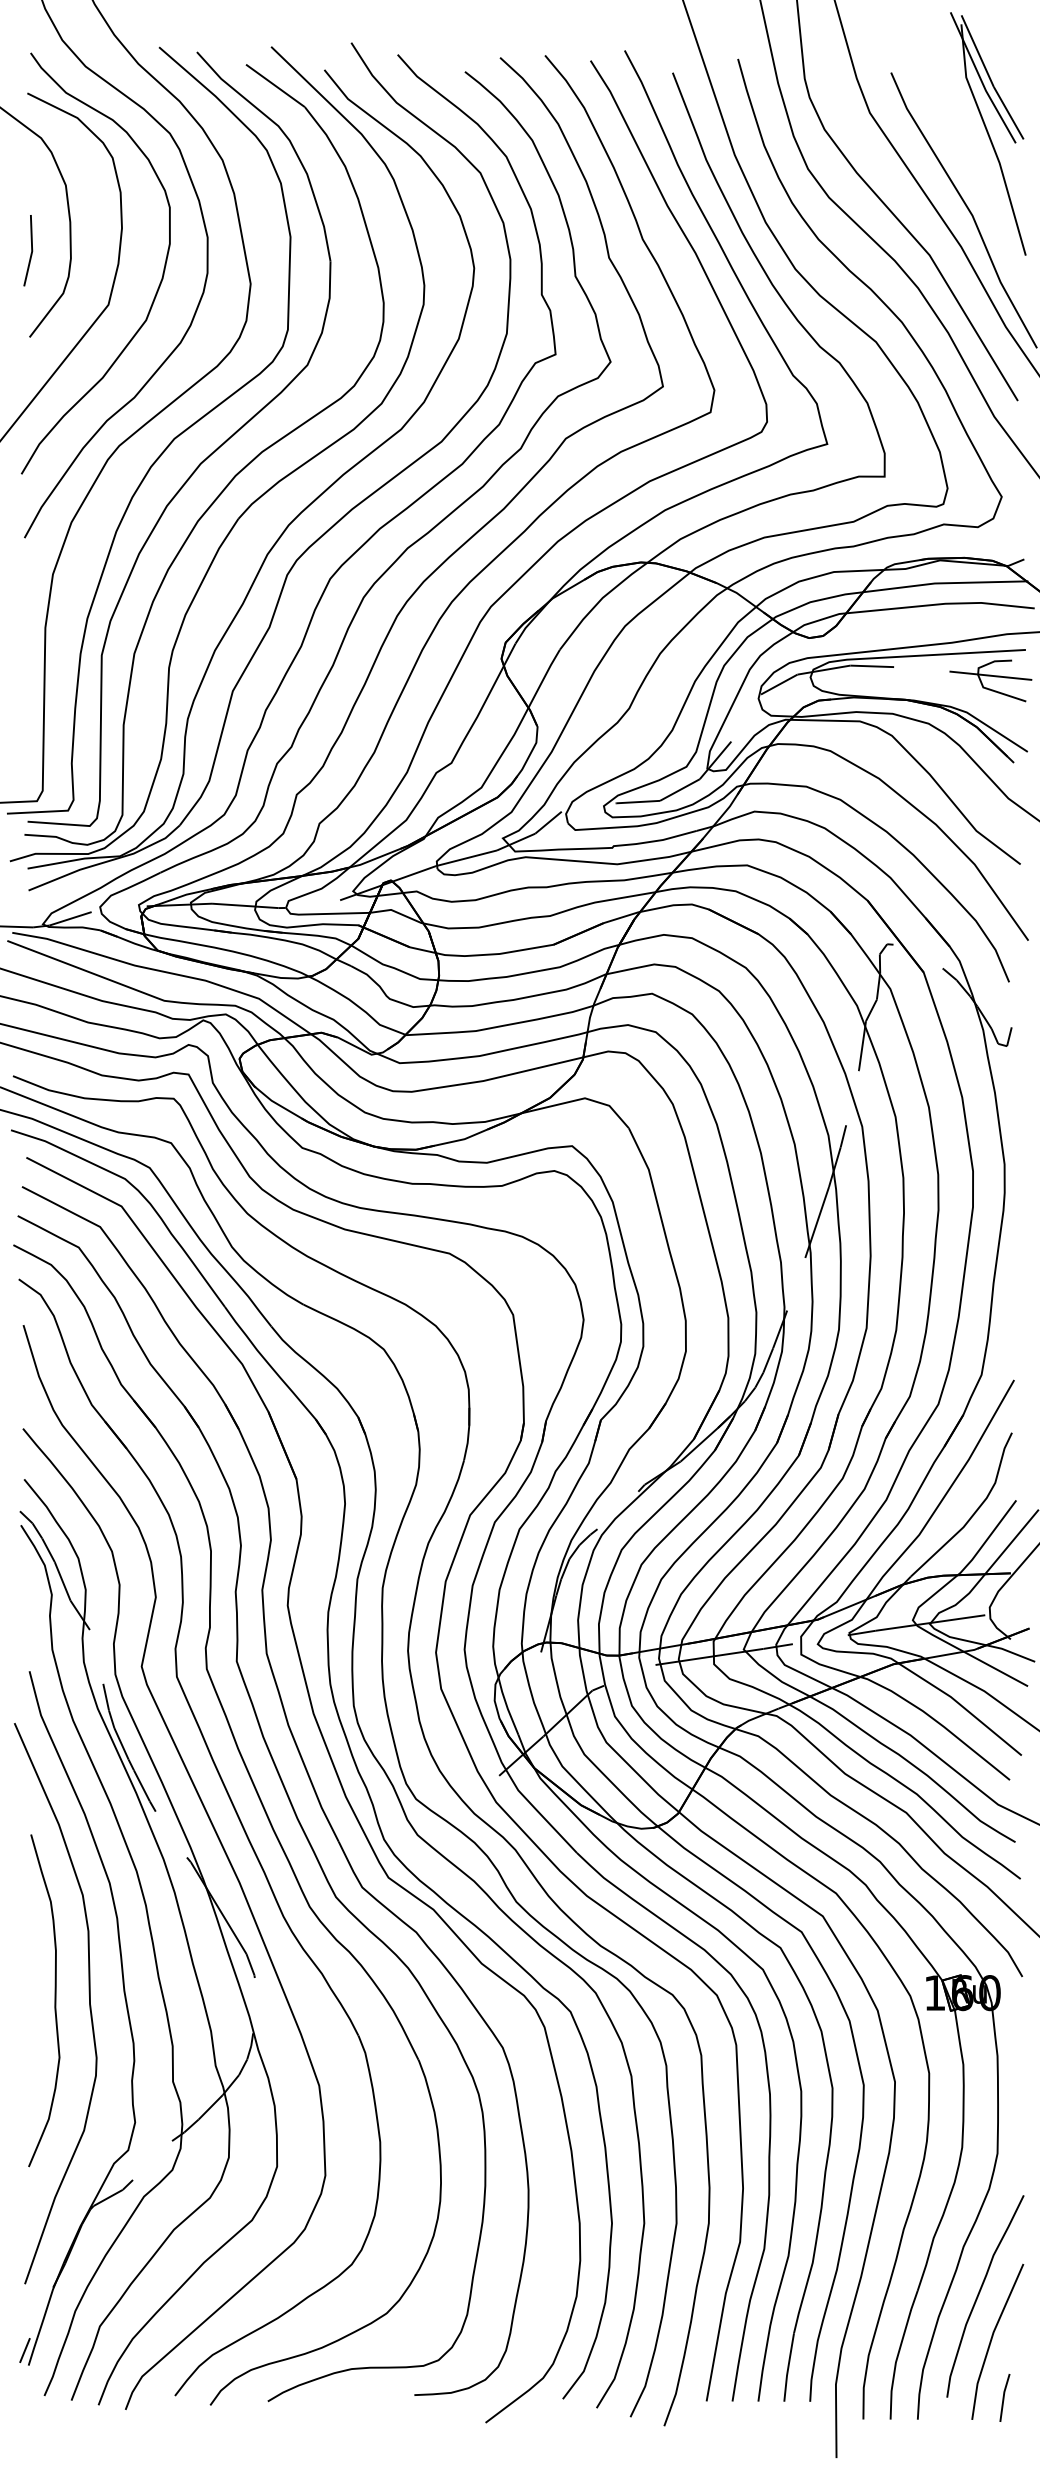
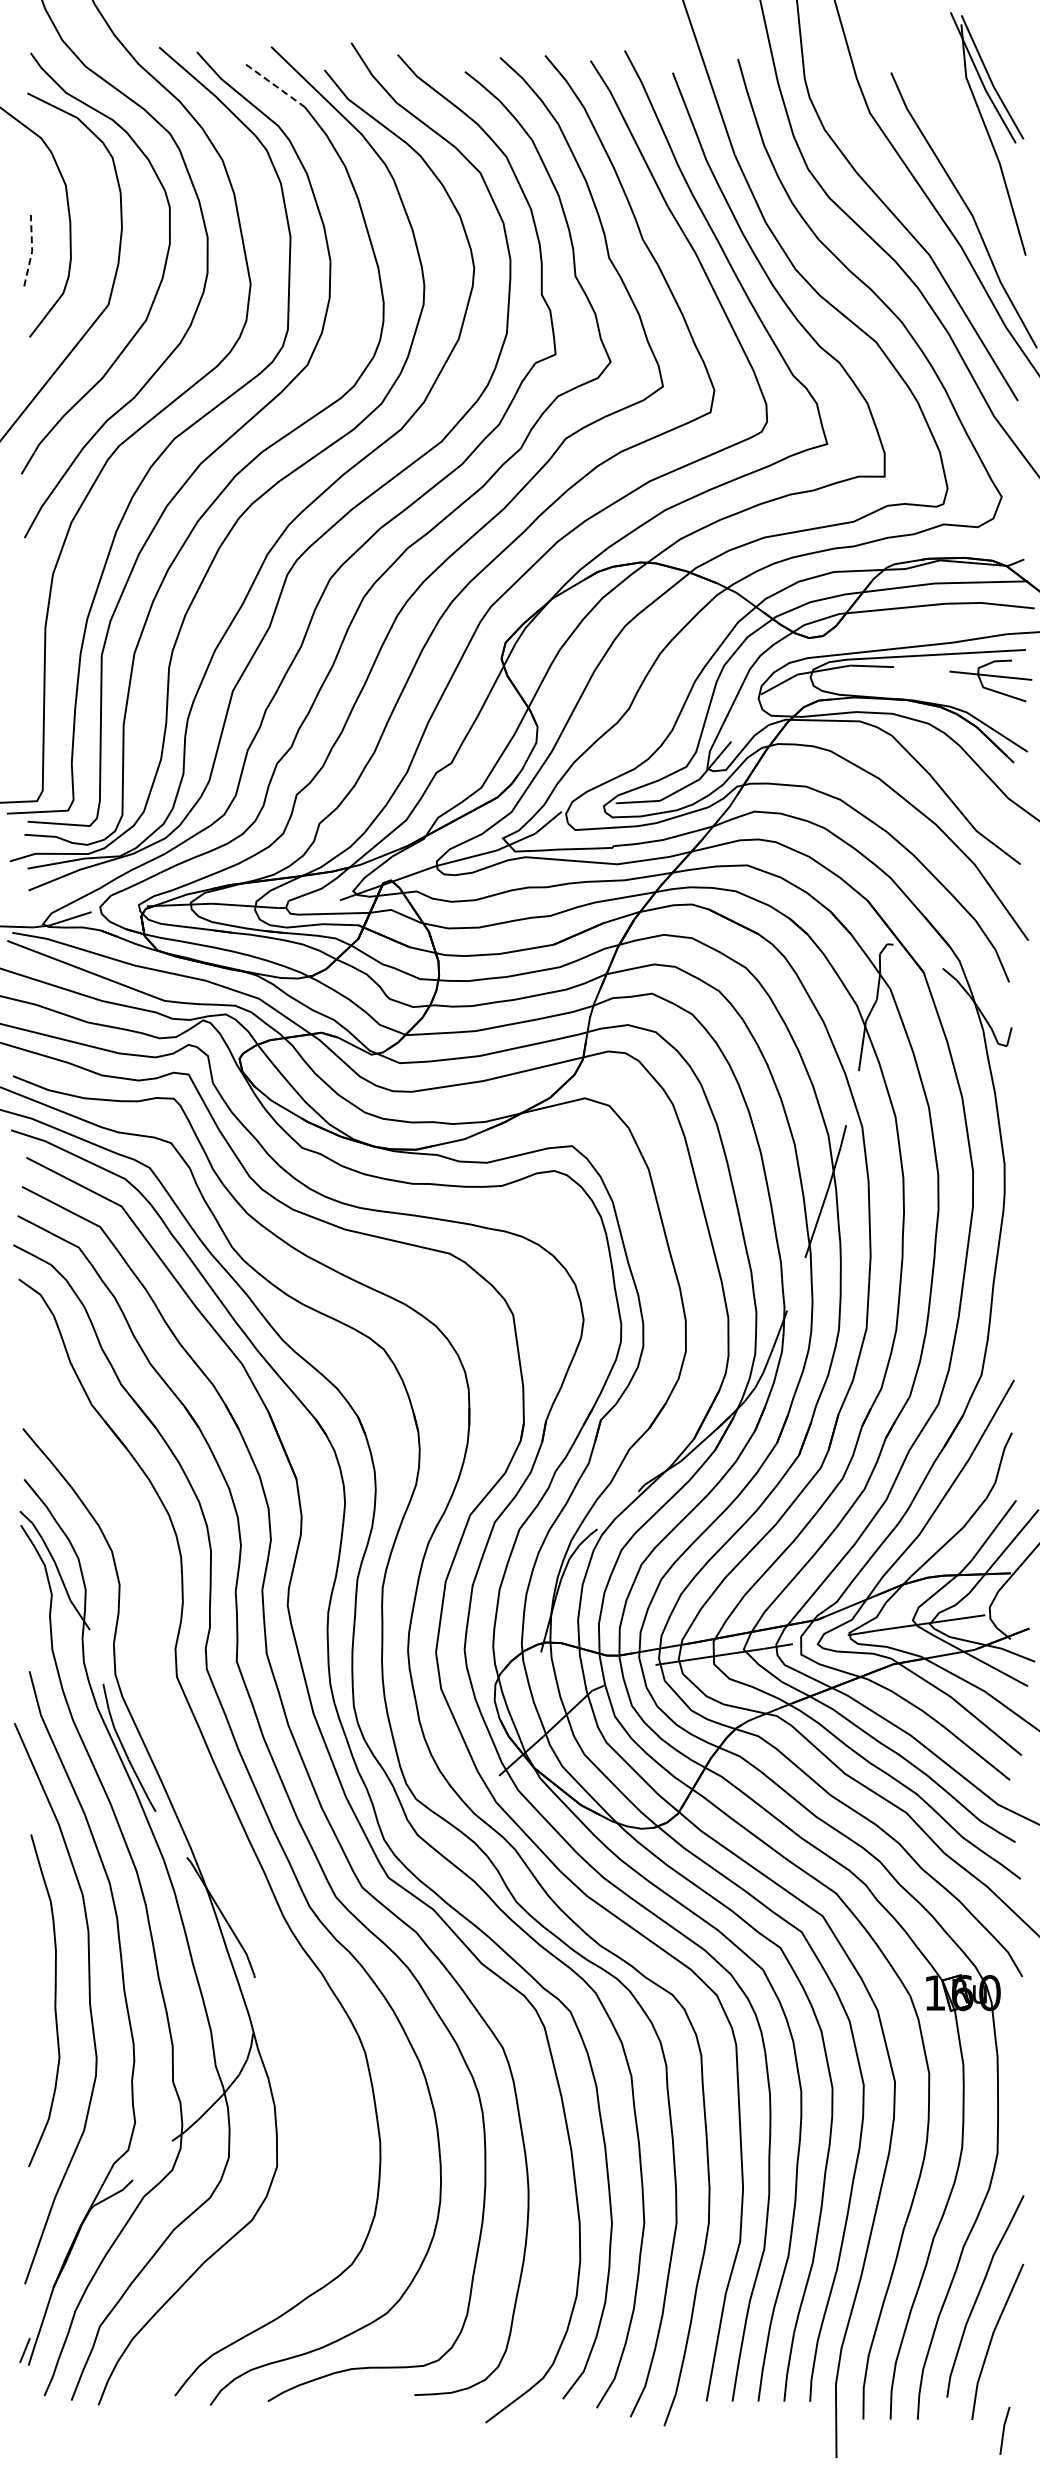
line at (275, 86): solid -> dashed
line at (32, 251): solid -> dashed
curve at (220, 1844): present -> none
line at (1004, 2397) position: (1004, 2397) -> (1004, 2430)
